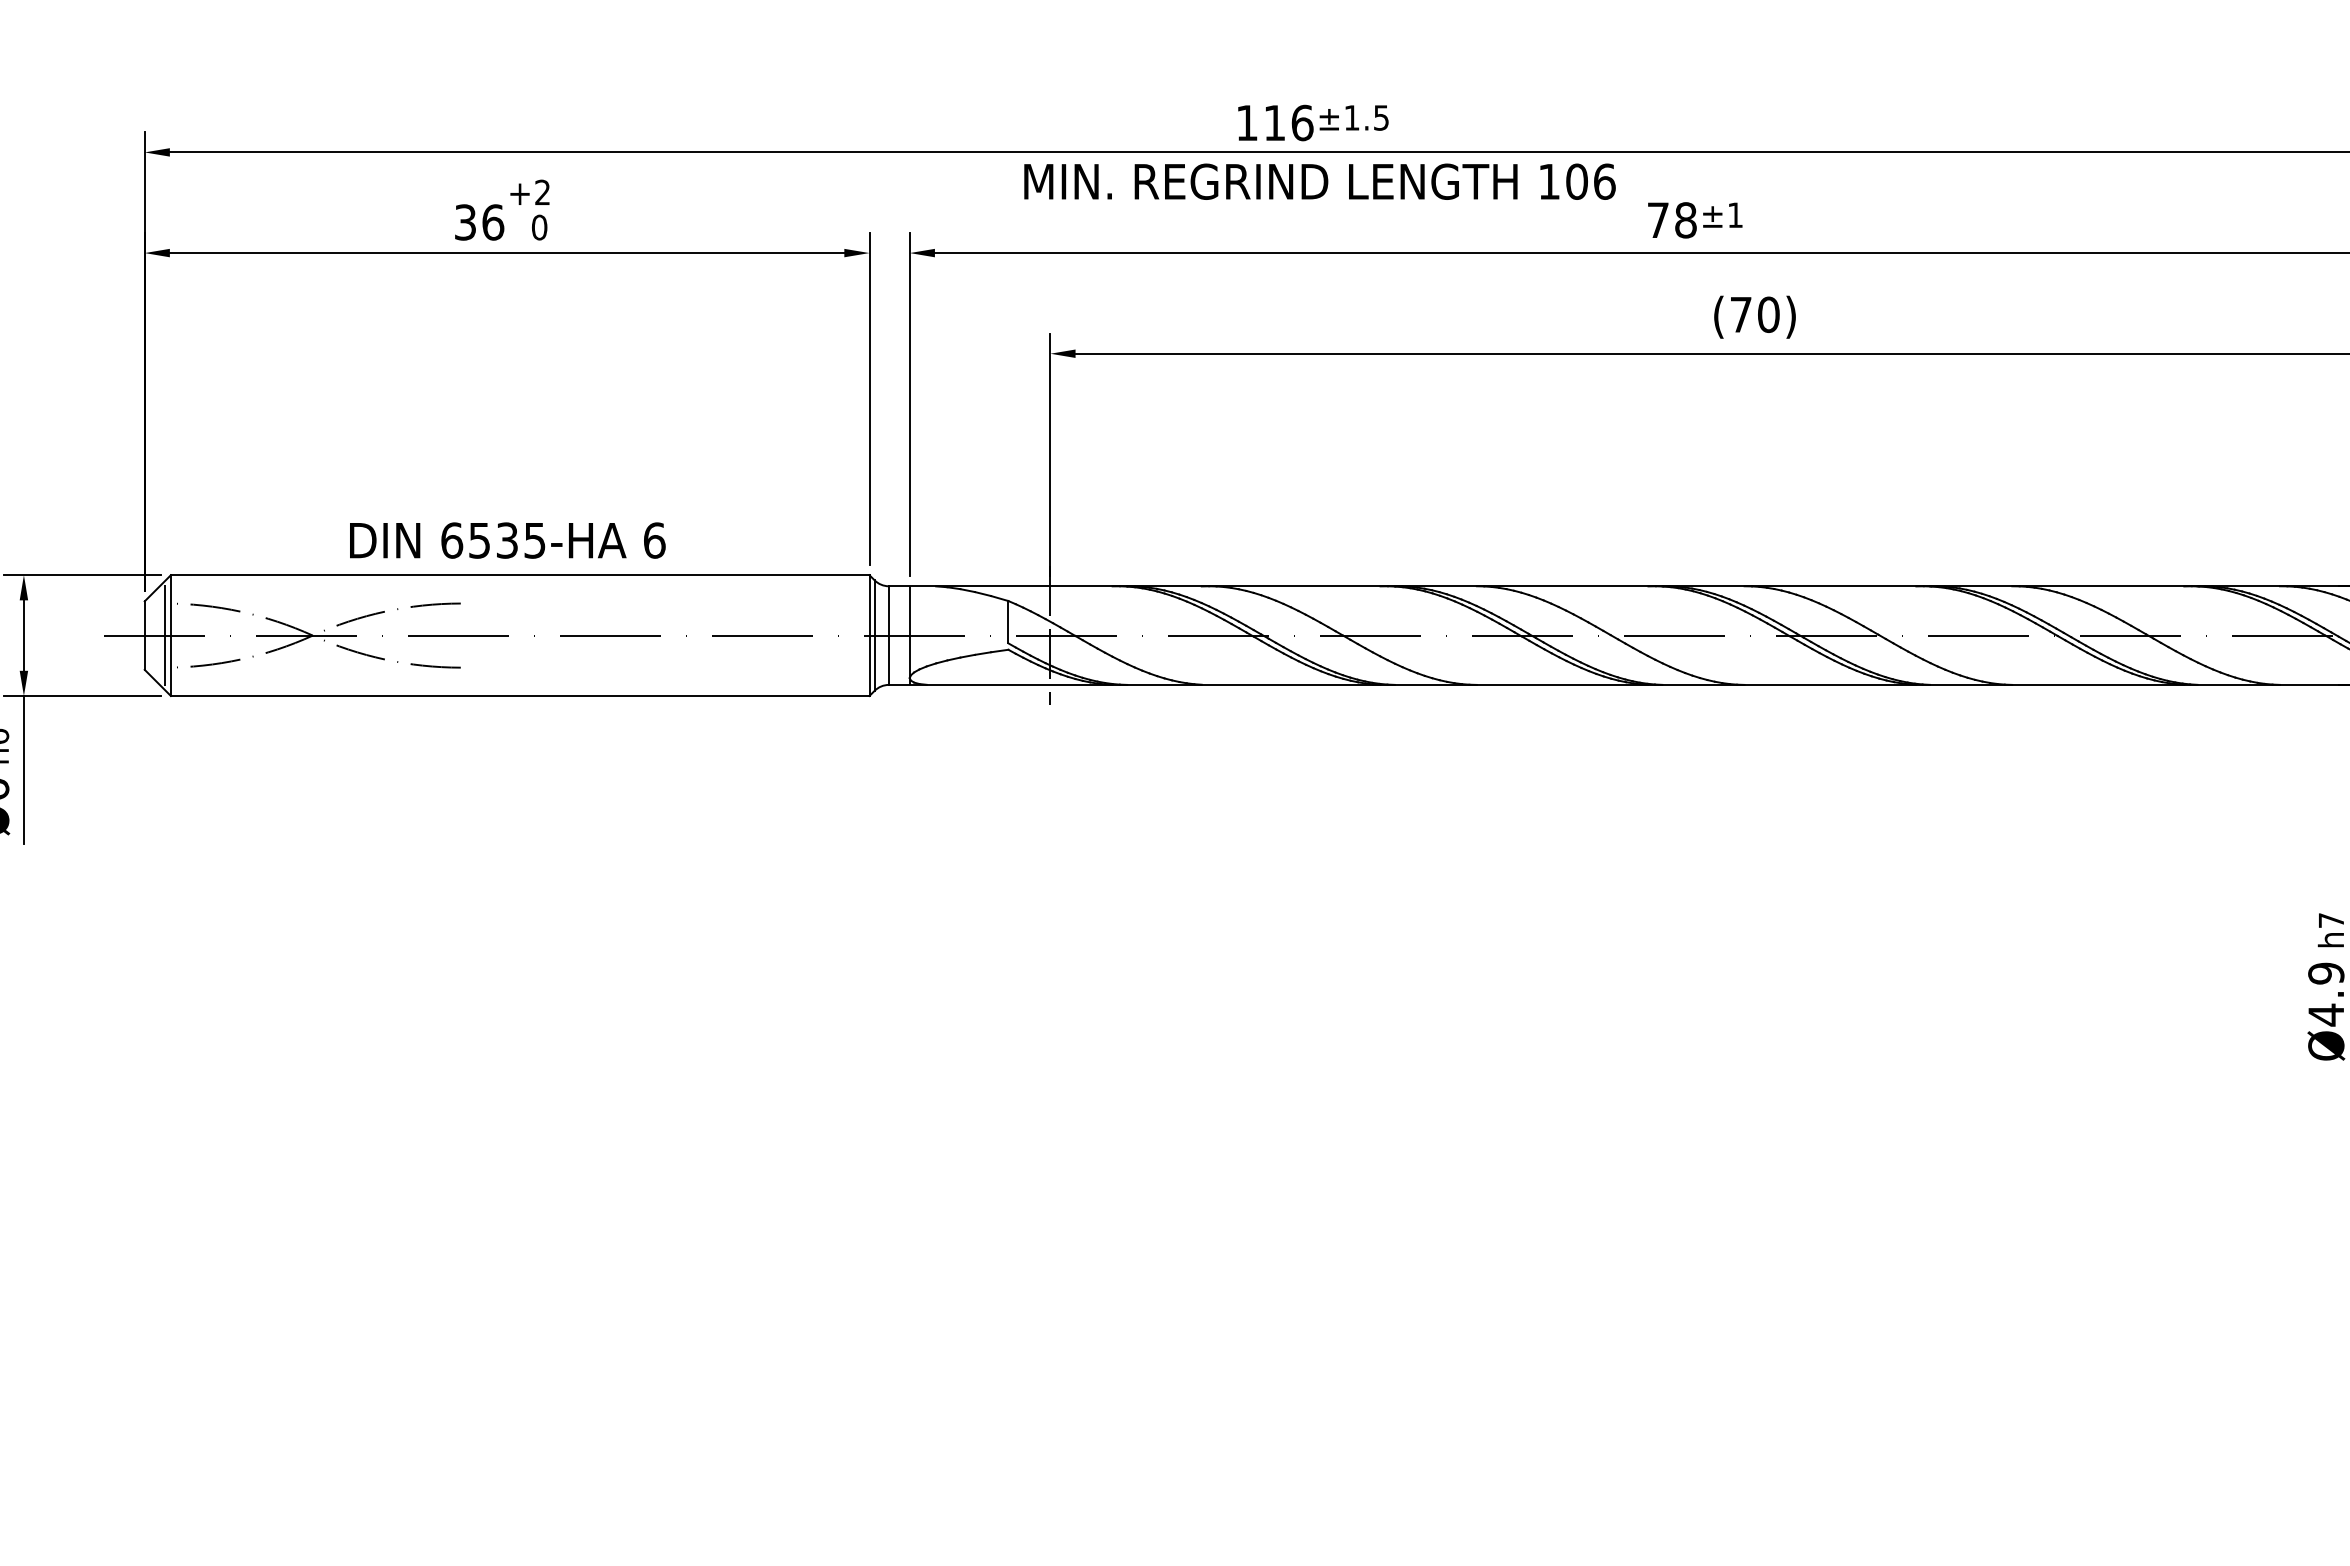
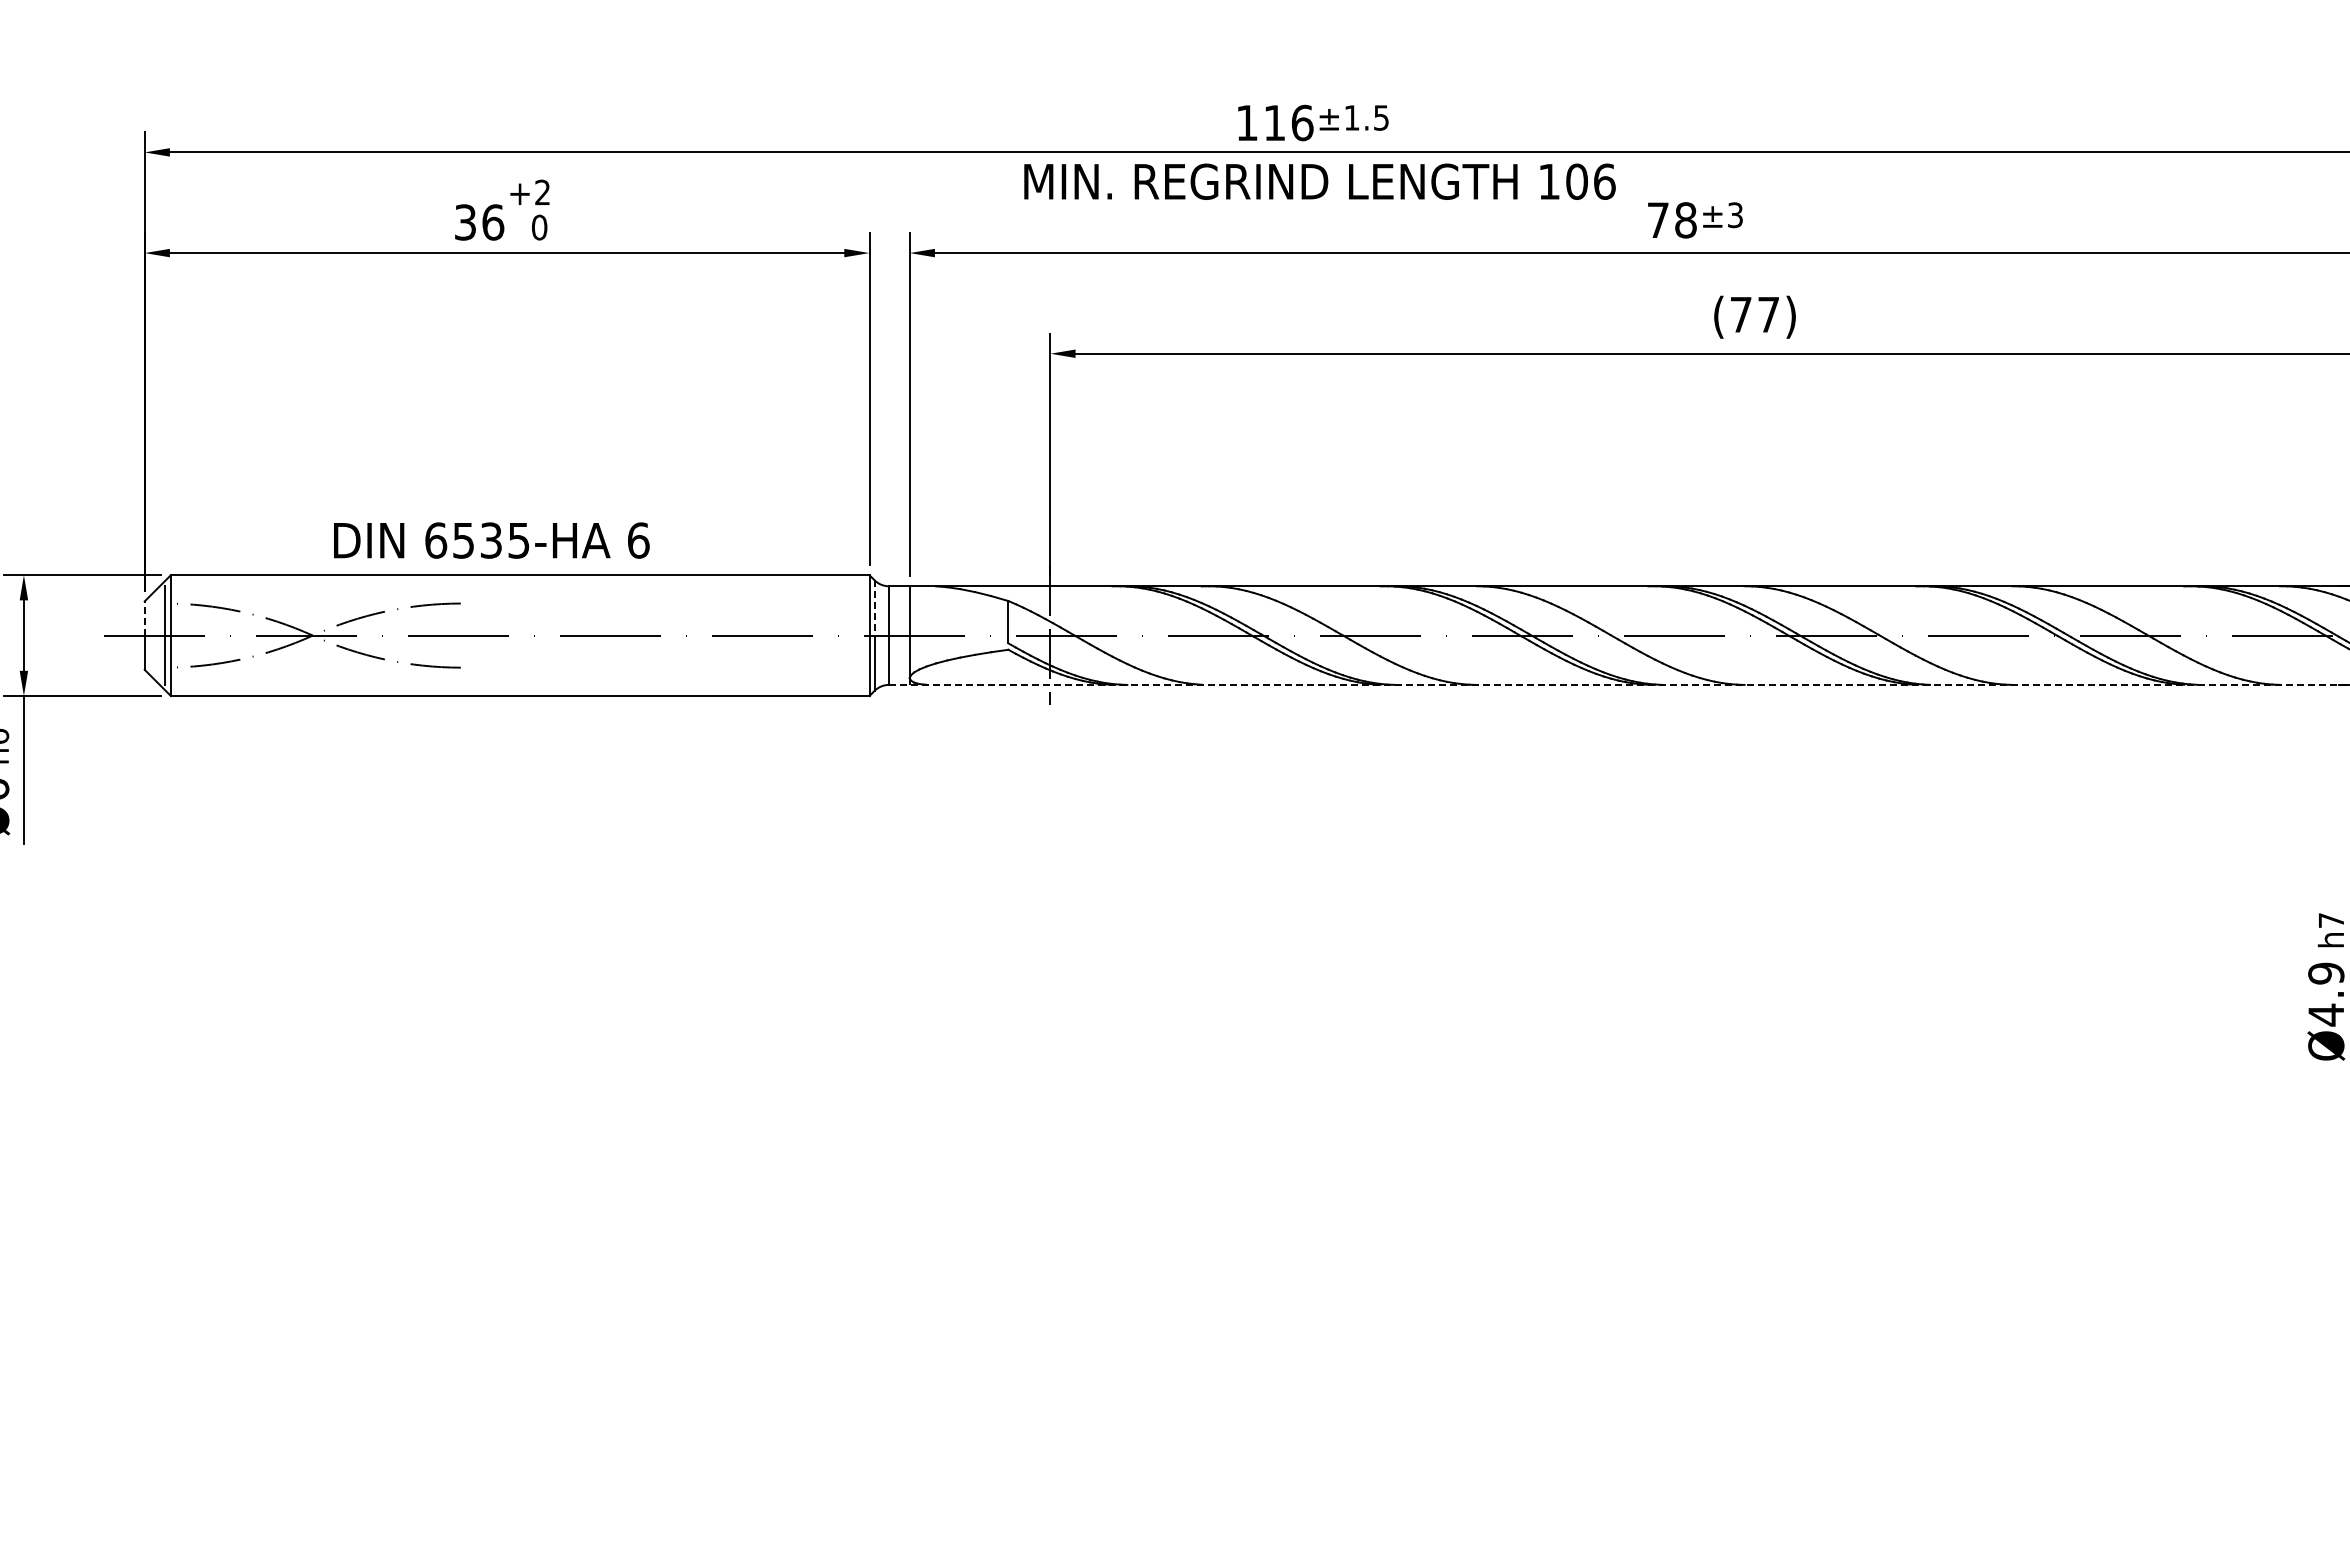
text at (1735, 215): ±1 -> ±3
text at (1768, 314): (70) -> (77)
text at (507, 540) position: (507, 540) -> (491, 540)
line at (874, 607): solid -> dashed
line at (144, 618): solid -> dashed
line at (1619, 684): solid -> dashed
